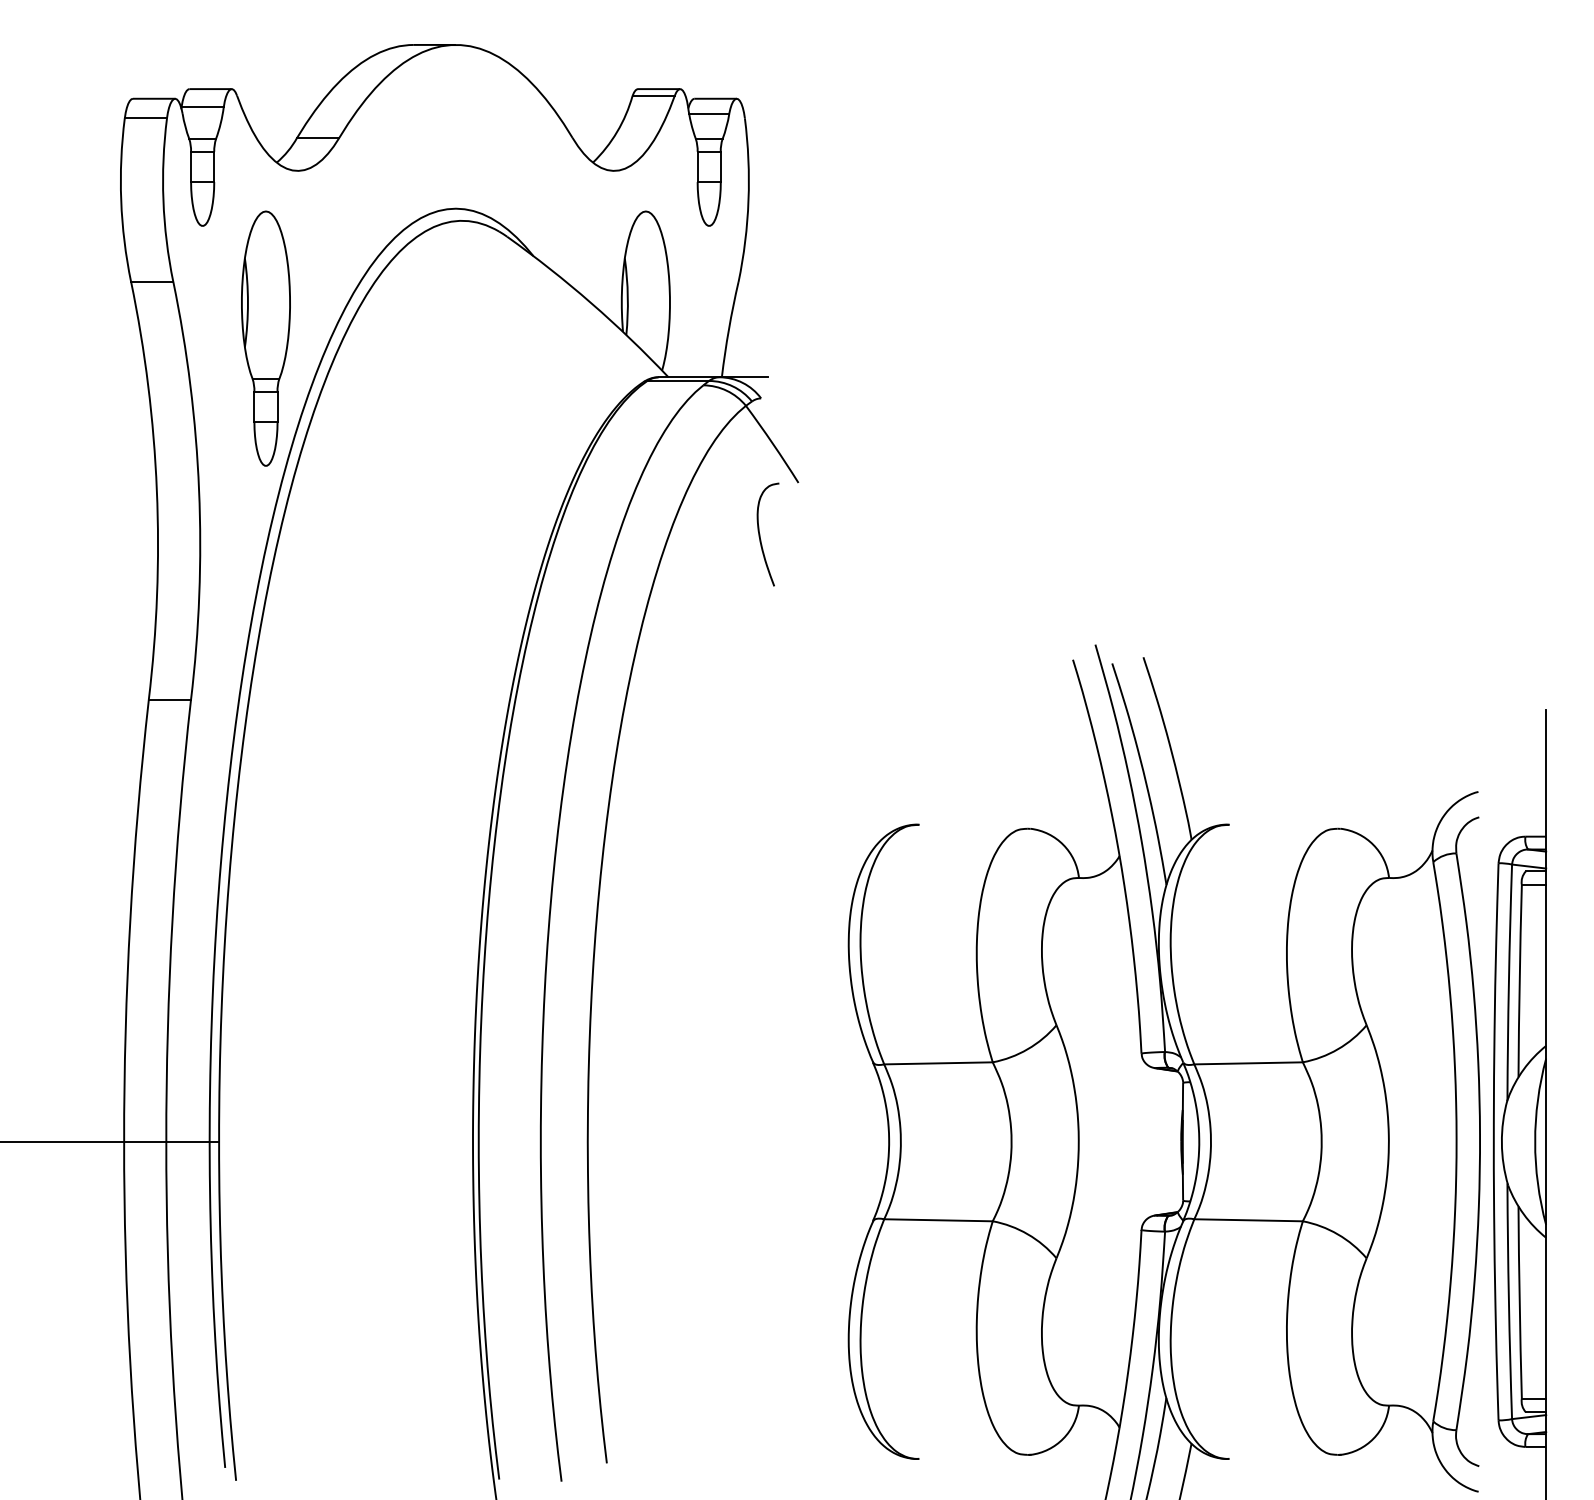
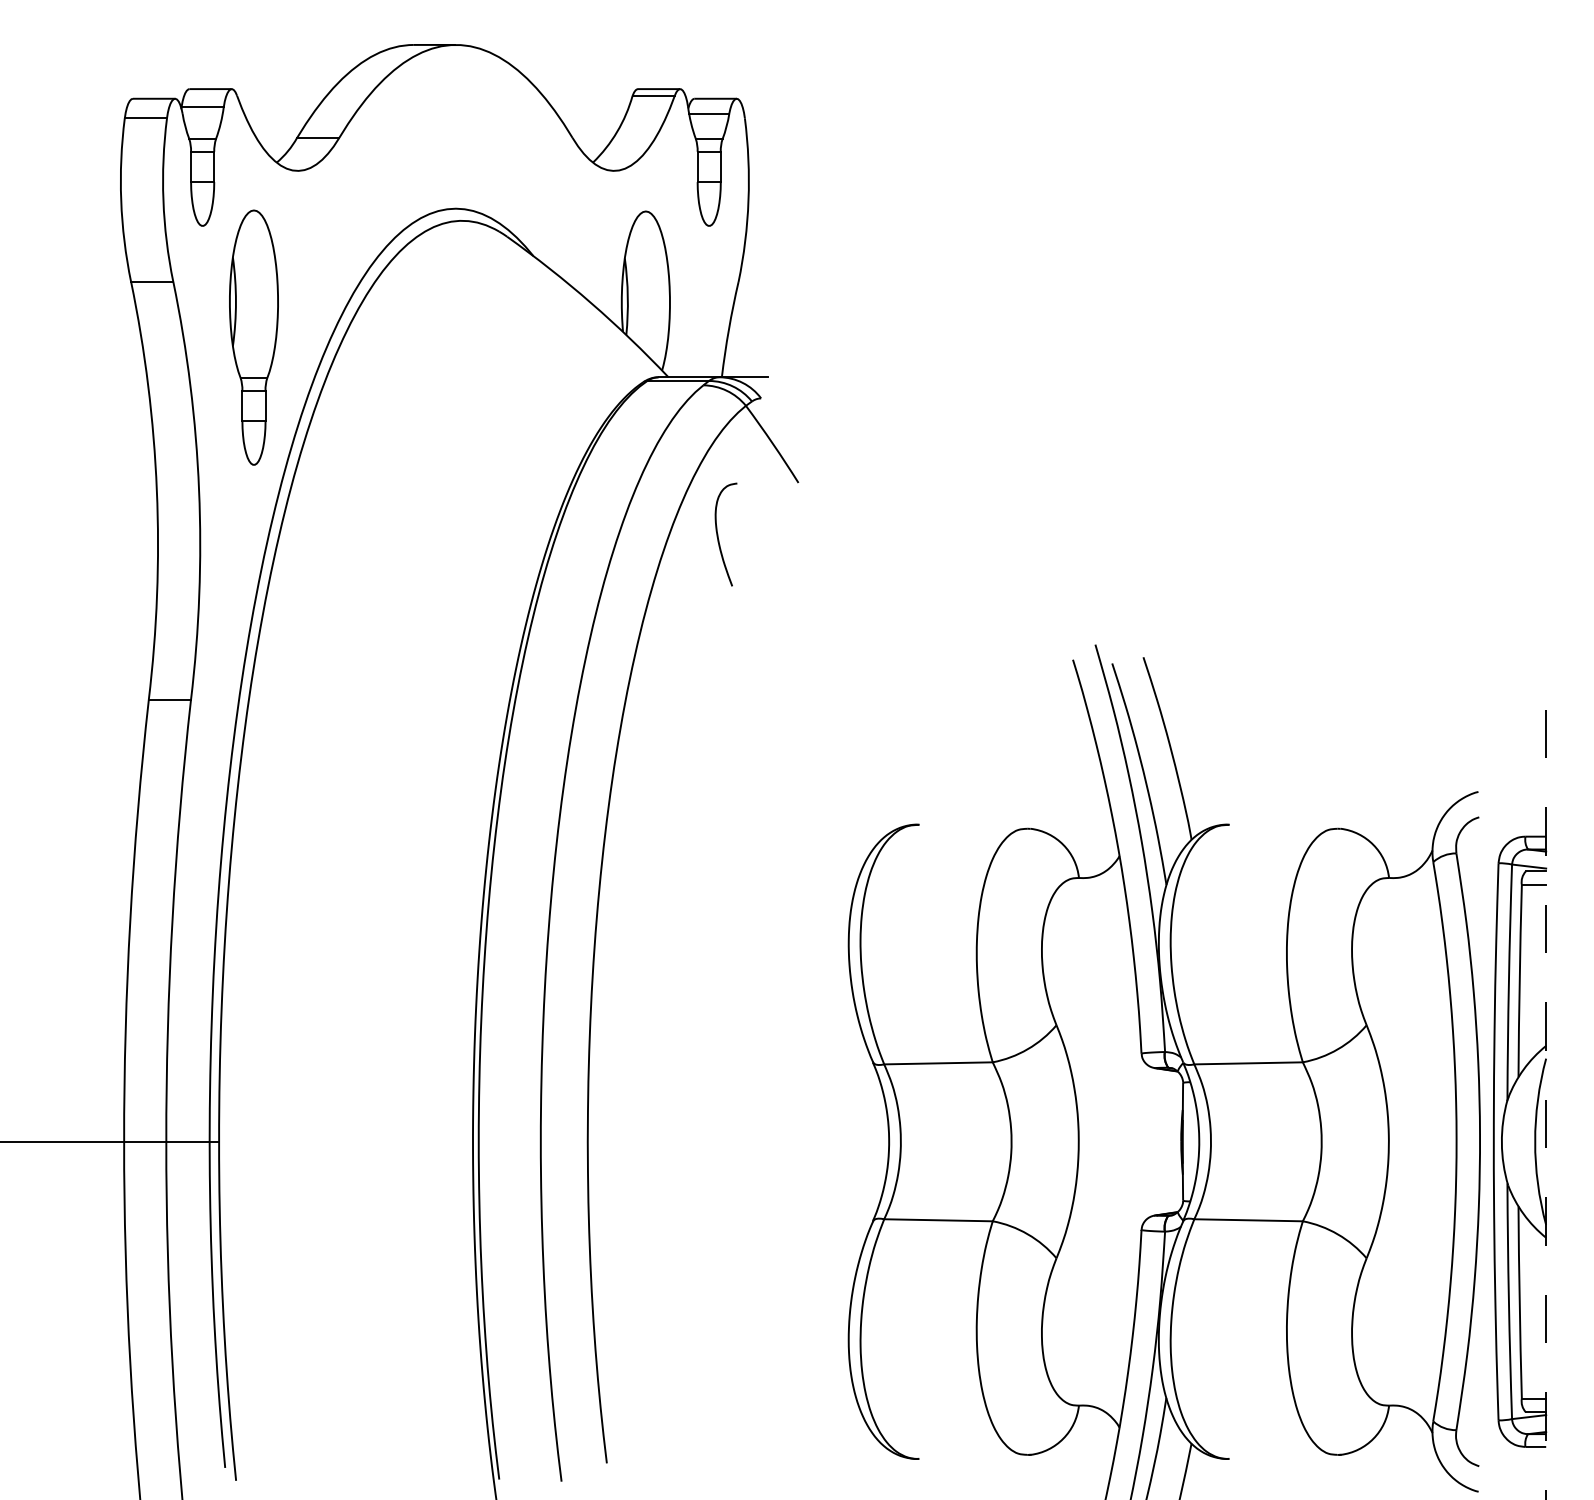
part at (265, 338) position: (265, 338) -> (253, 337)
curve at (760, 534) position: (760, 534) -> (718, 534)
line at (1546, 1104): solid -> dashed
